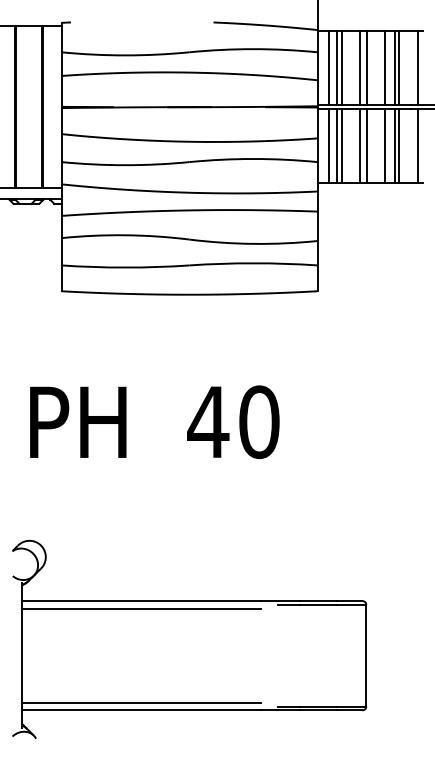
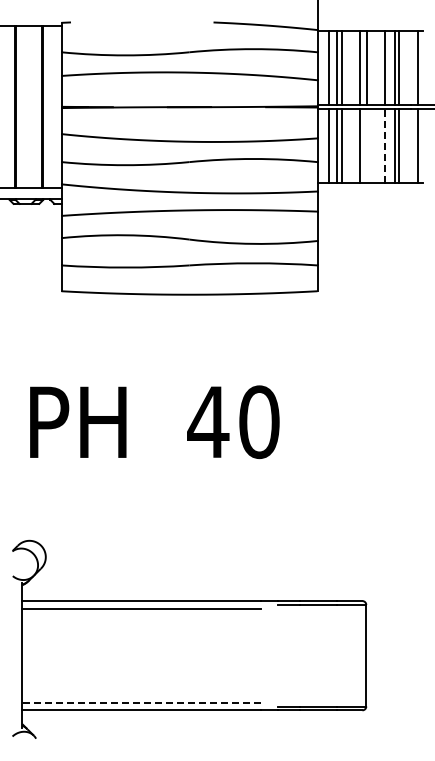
line at (385, 145): solid -> dashed
line at (366, 146): present -> none
line at (141, 702): solid -> dashed
